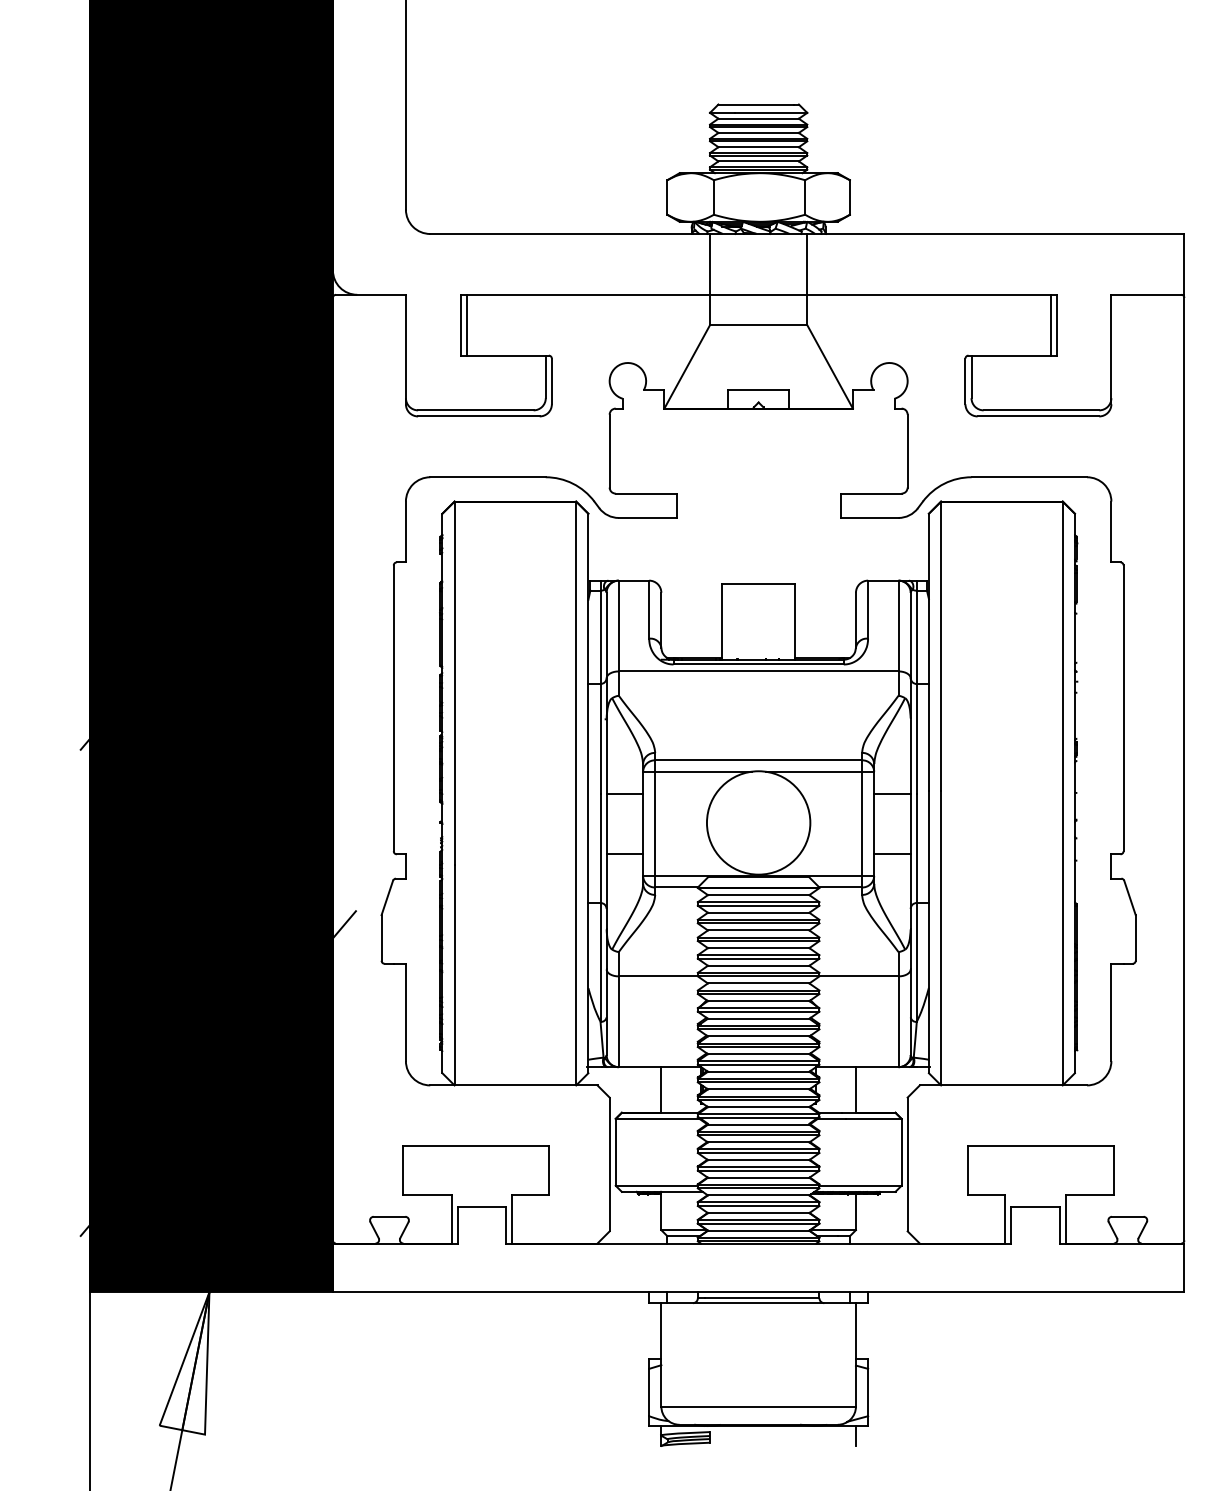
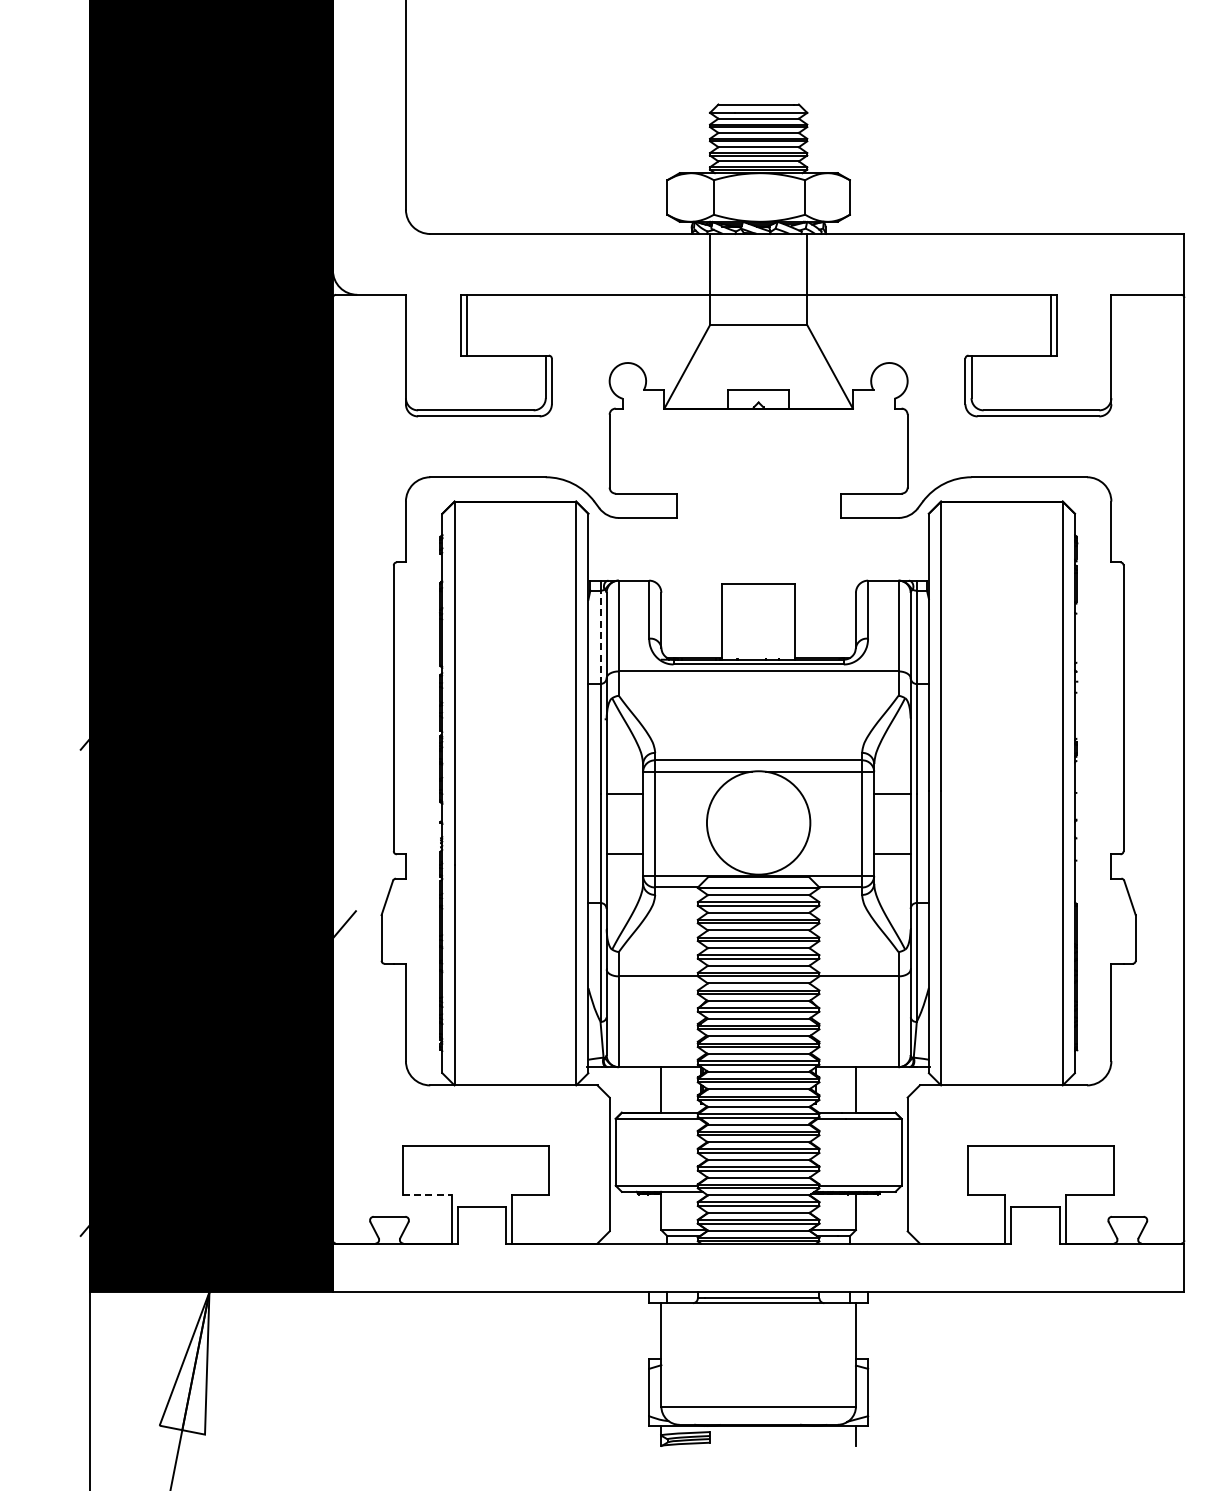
line at (600, 637): solid -> dashed
line at (427, 1194): solid -> dashed
